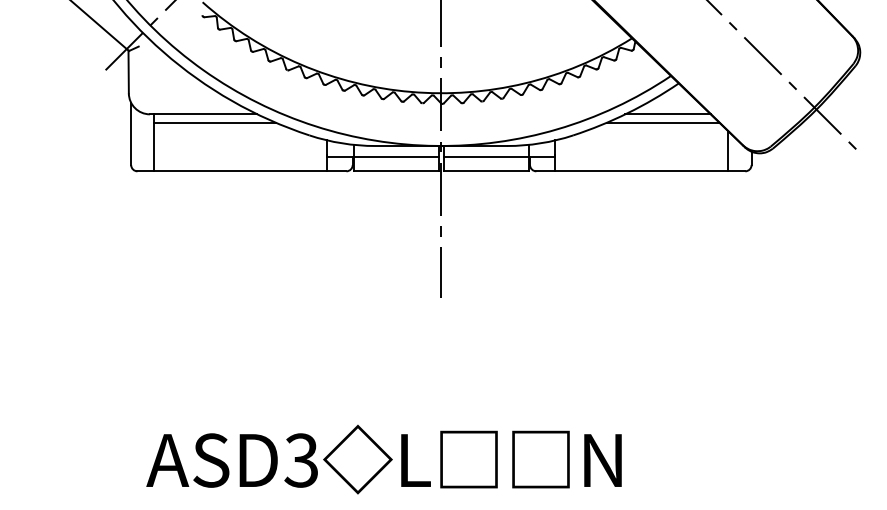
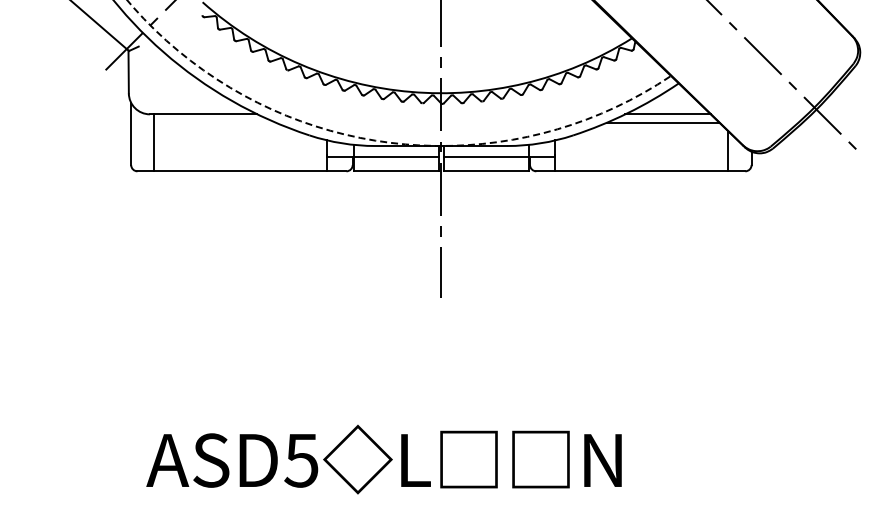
line at (214, 122): present -> none
arc at (386, 142): solid -> dashed
text at (301, 460): ASD3 -> ASD5
